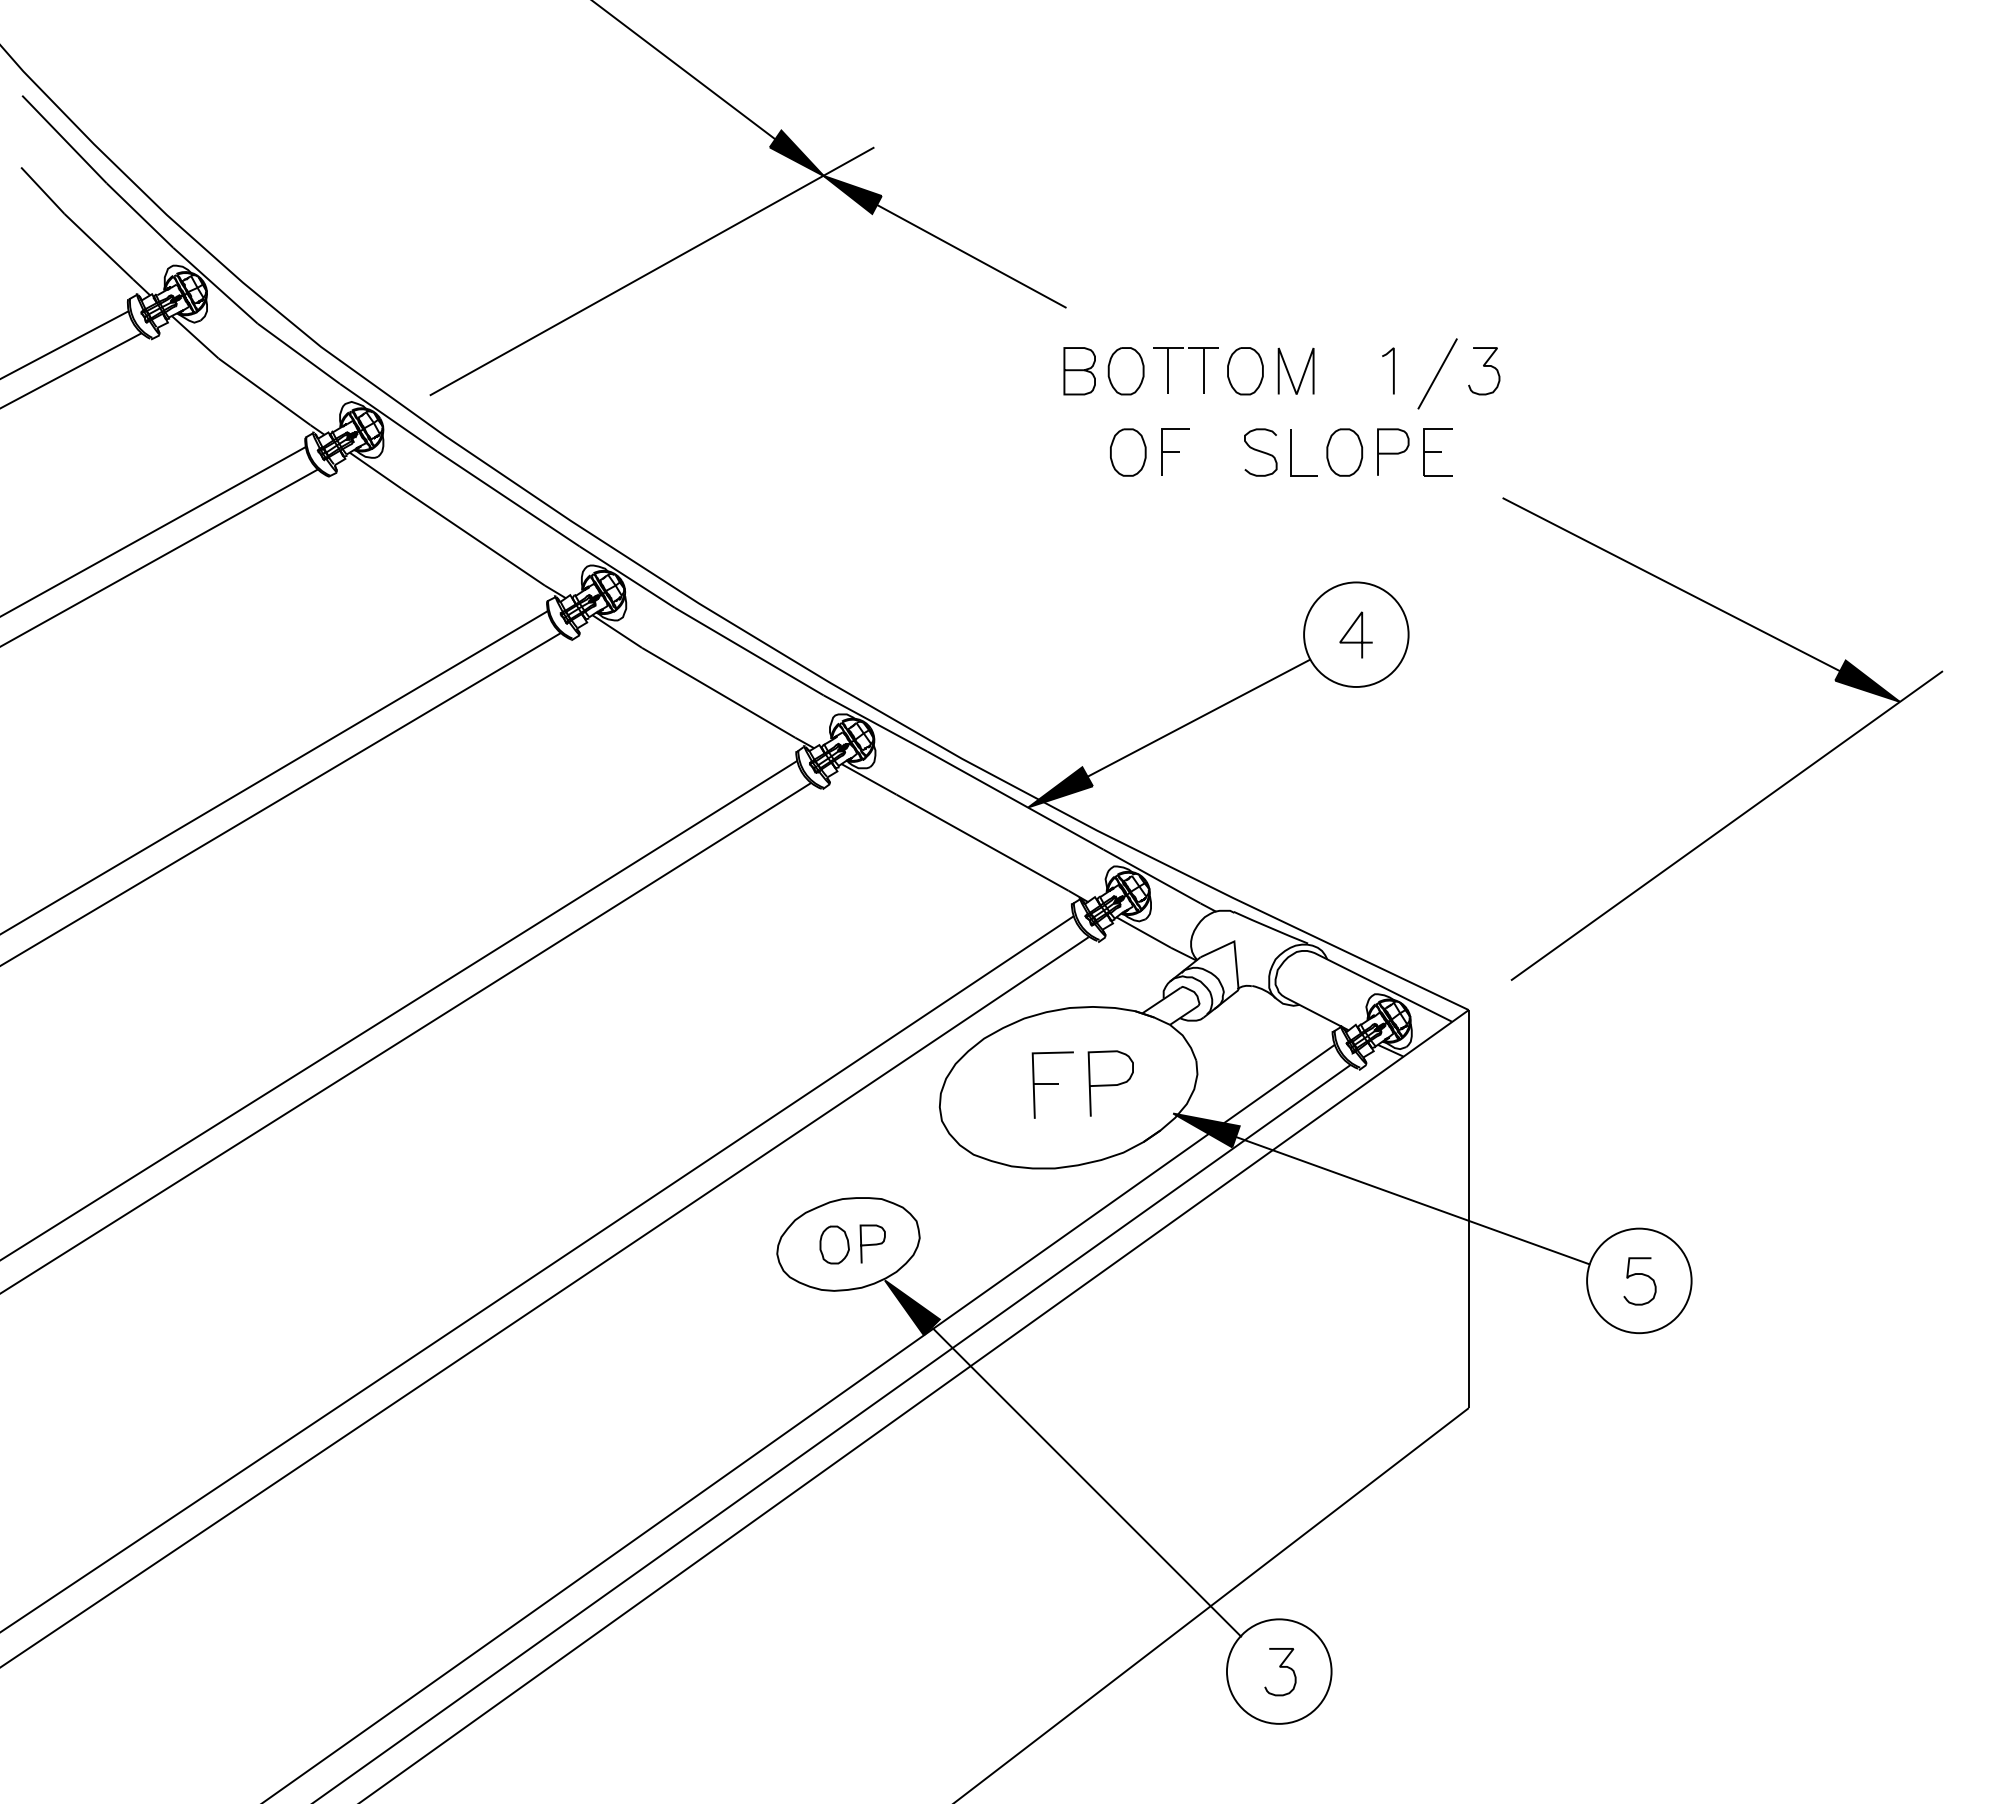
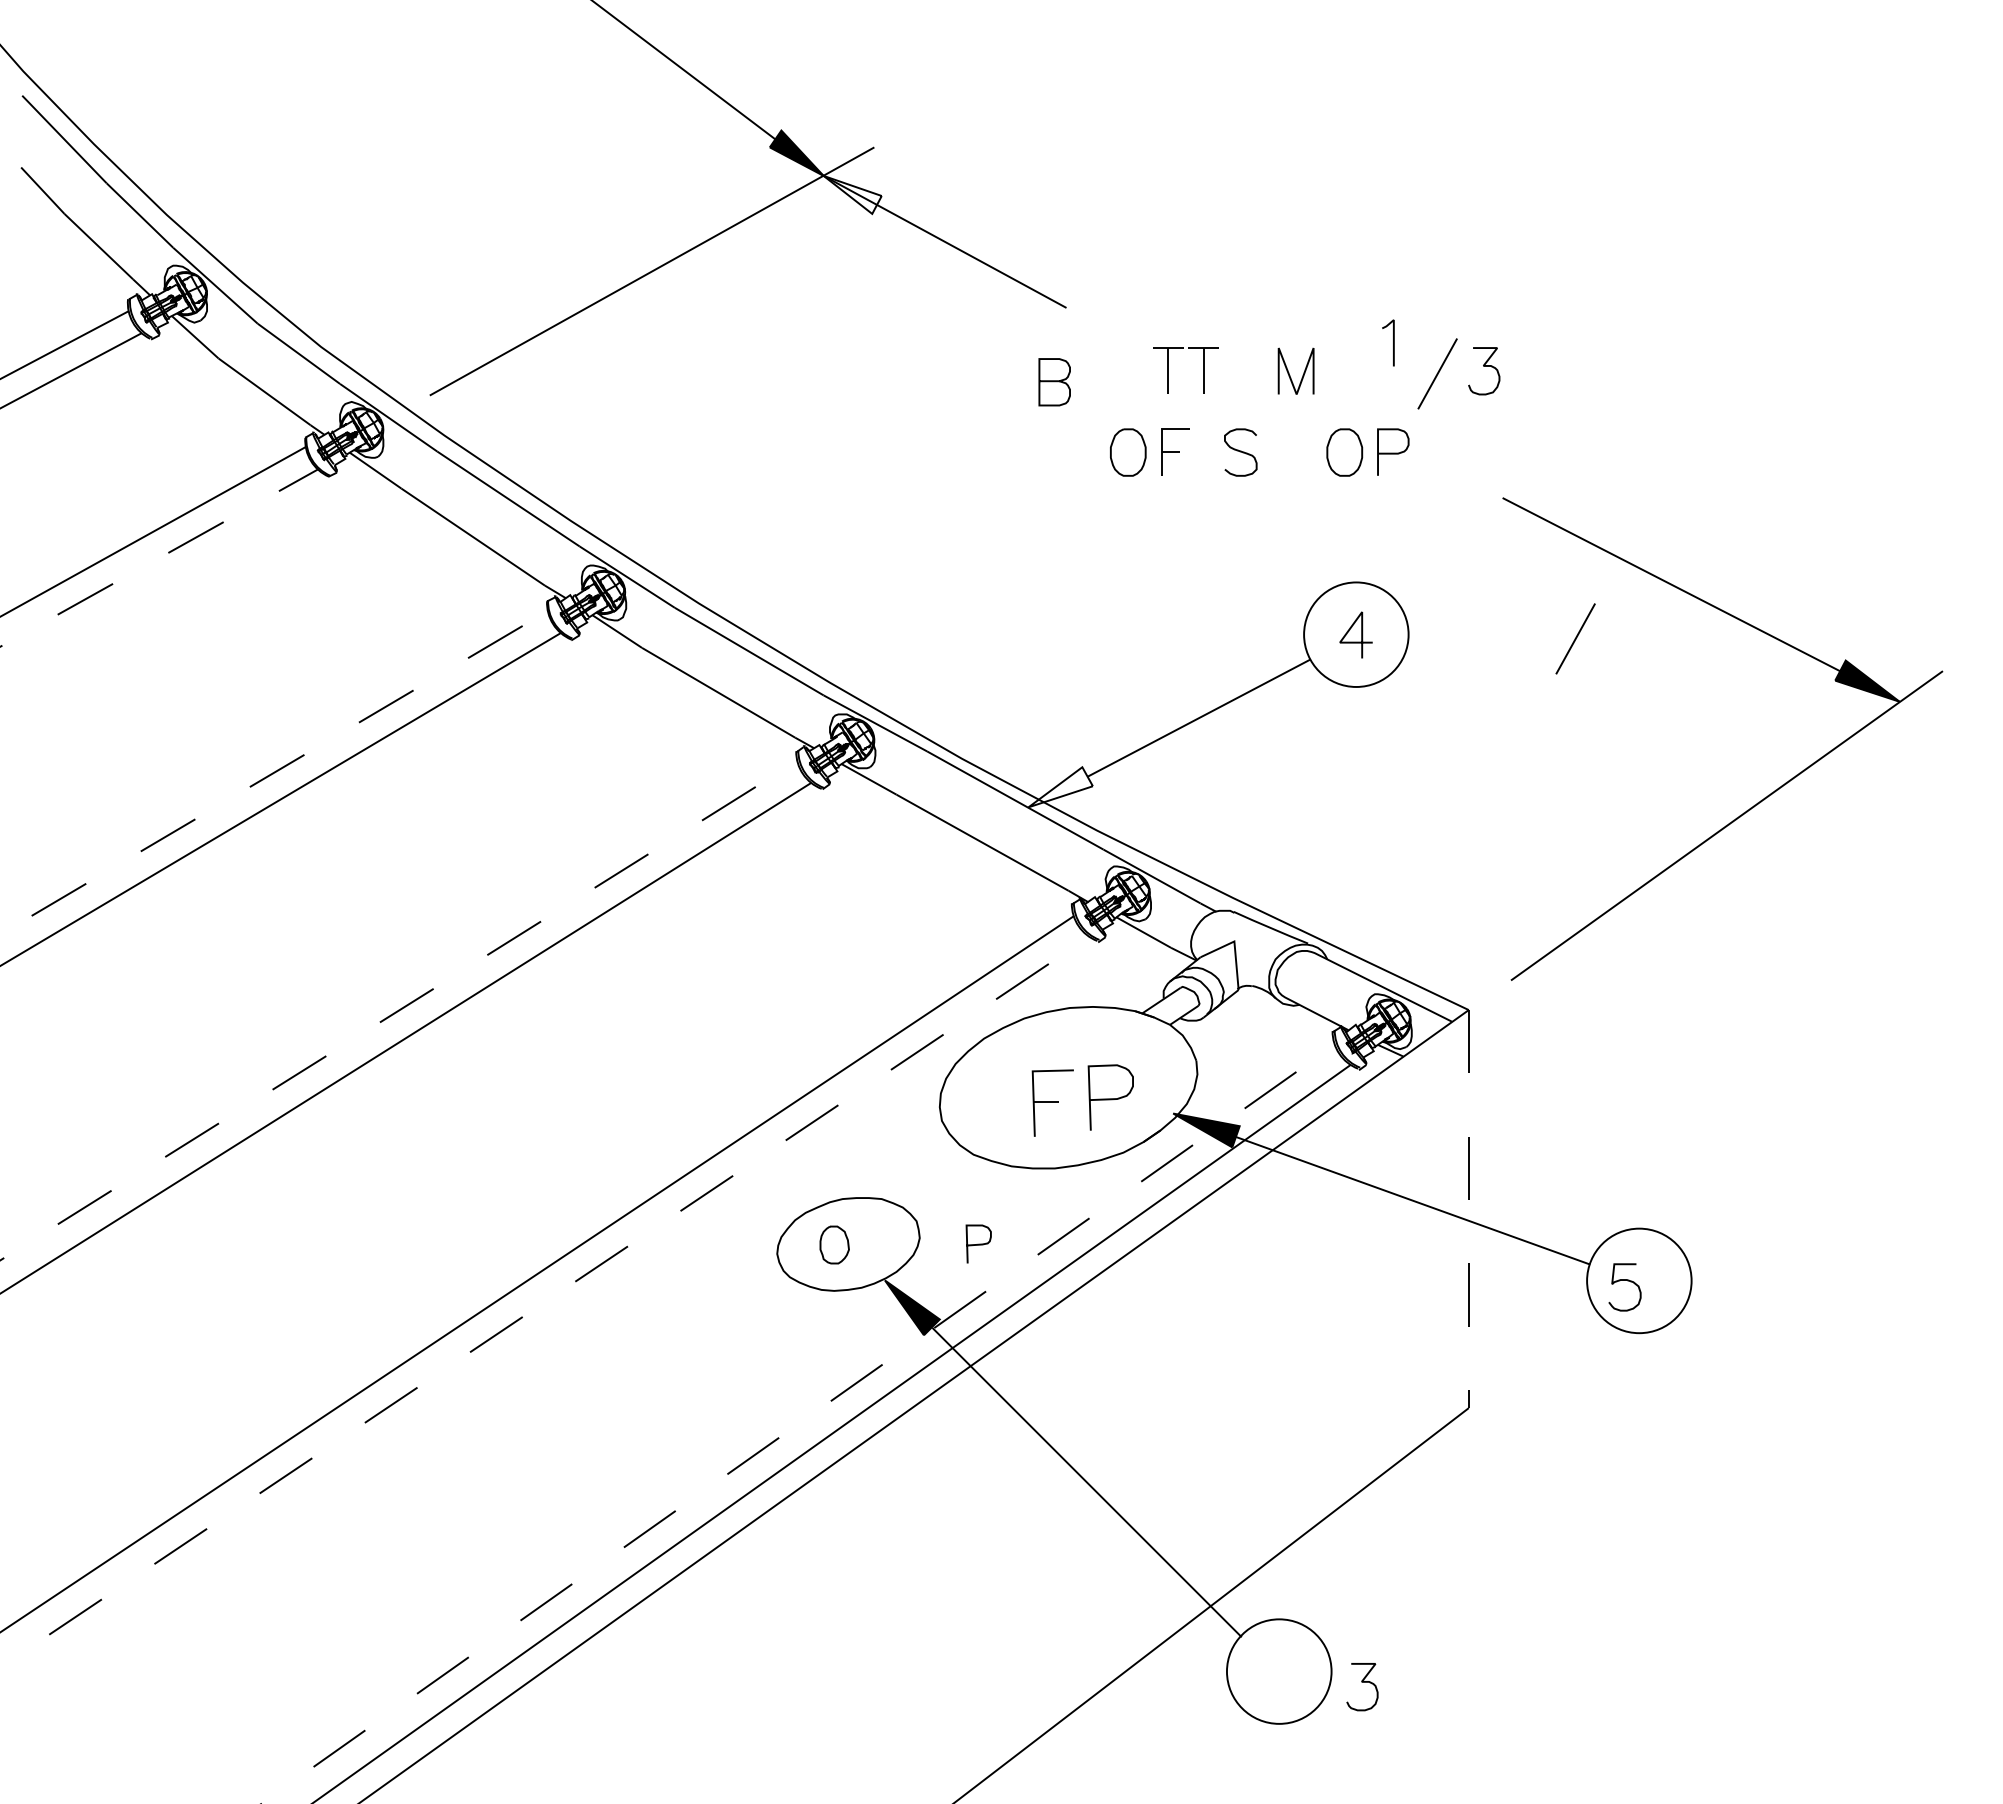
fill at (852, 194): present -> none
line at (1393, 370) position: (1393, 370) -> (1393, 342)
curve at (1079, 371) position: (1079, 371) -> (1054, 382)
part at (1125, 371): present -> none
part at (1245, 371): present -> none
curve at (1260, 452) position: (1260, 452) -> (1240, 452)
line at (1291, 452): present -> none
part at (1437, 452): present -> none
line at (159, 558): solid -> dashed
line at (1575, 638): none -> present
line at (274, 772): solid -> dashed
fill at (1060, 787): present -> none
line at (399, 1010): solid -> dashed
part at (1052, 1084) position: (1052, 1084) -> (1052, 1102)
curve at (1110, 1084) position: (1110, 1084) -> (1110, 1098)
line at (1468, 1209): solid -> dashed
curve at (872, 1243) position: (872, 1243) -> (978, 1243)
curve at (1642, 1275) position: (1642, 1275) -> (1627, 1281)
line at (544, 1302): solid -> dashed
line at (798, 1424): solid -> dashed
curve at (1280, 1667) position: (1280, 1667) -> (1362, 1682)
